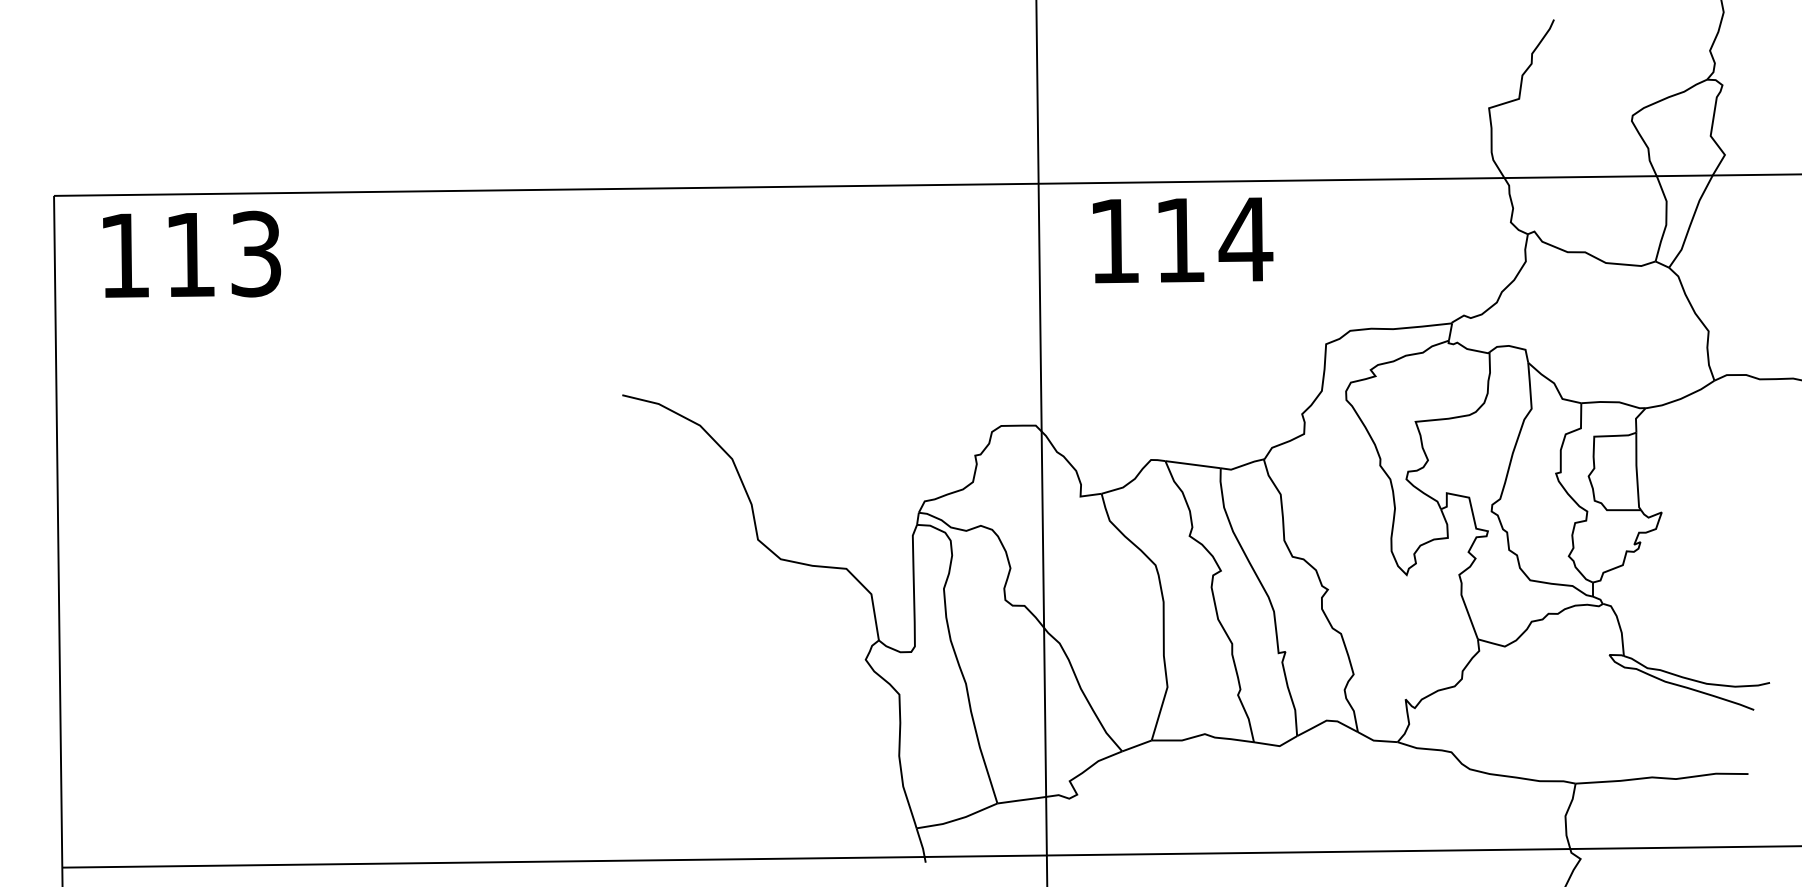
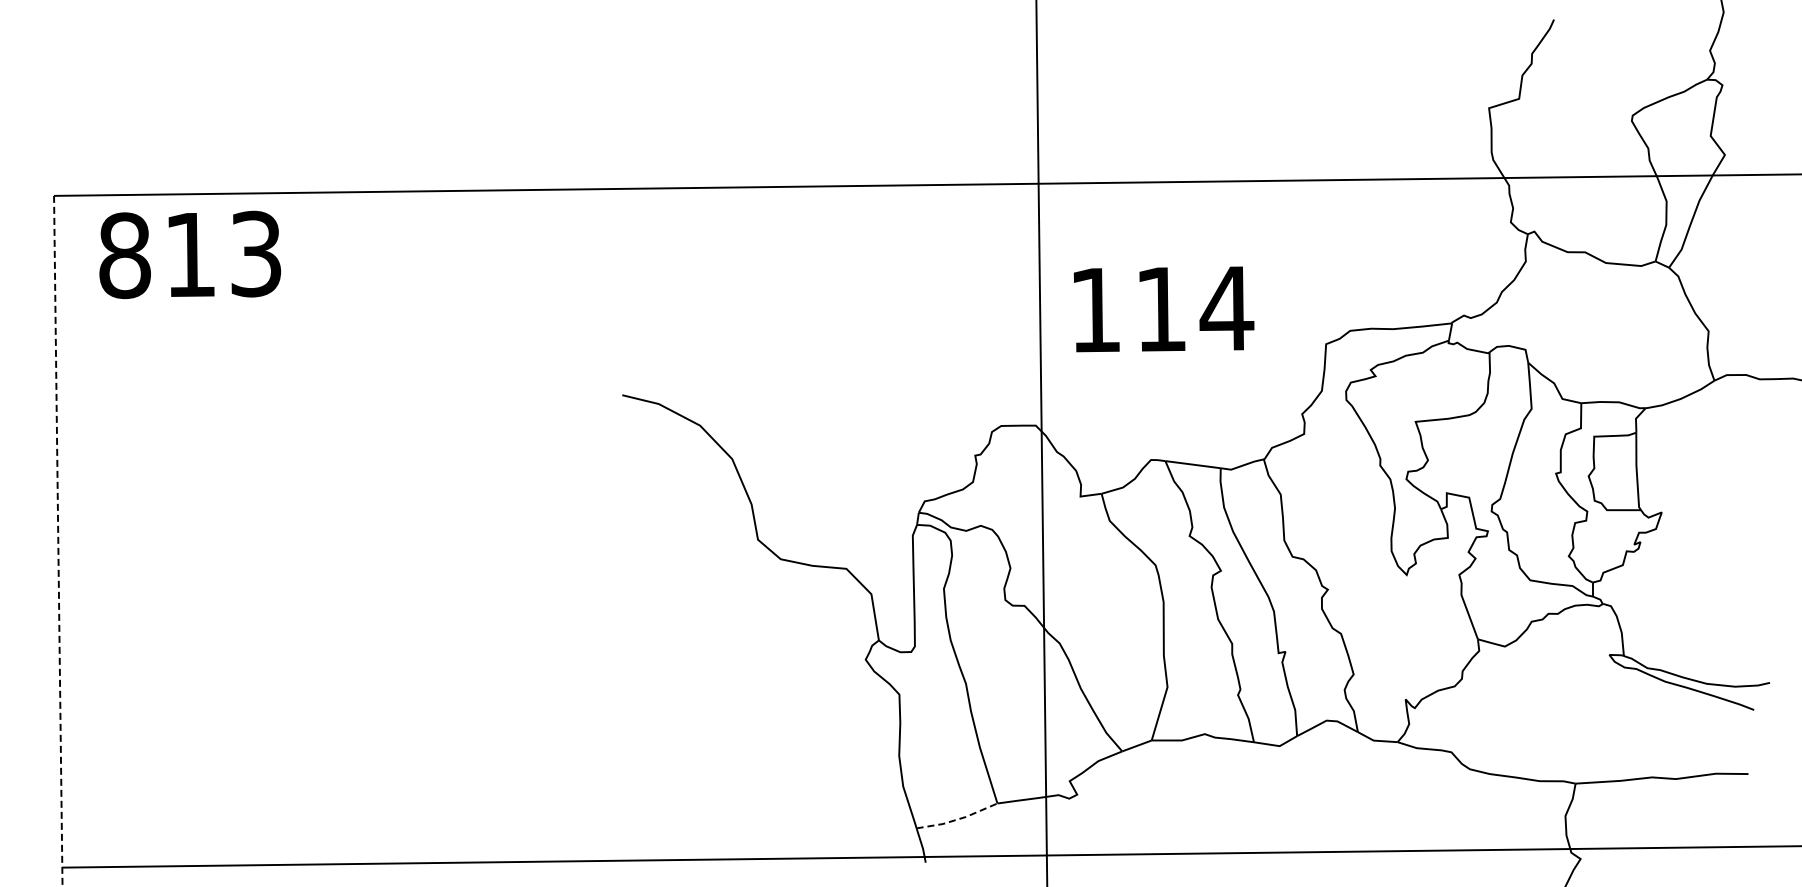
text at (1182, 240) position: (1182, 240) -> (1163, 309)
text at (124, 255): 113 -> 813
line at (58, 541): solid -> dashed
line at (958, 819): solid -> dashed
